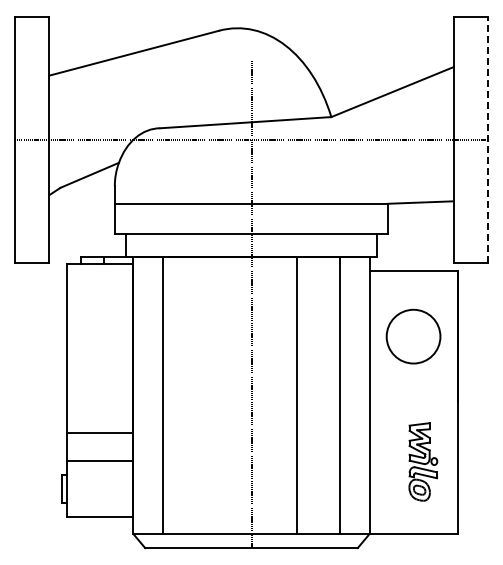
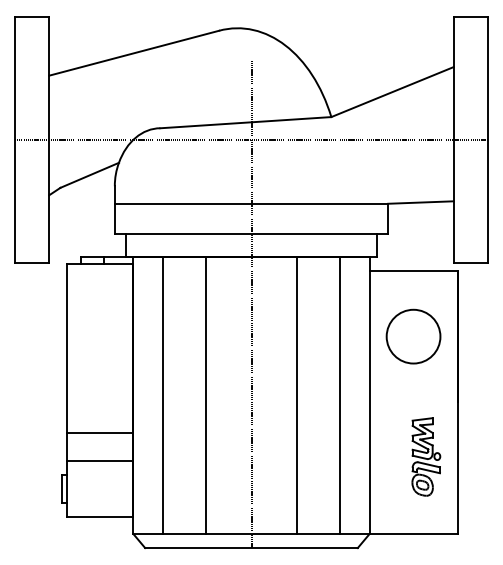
line at (487, 139): dashed -> solid
line at (206, 394): none -> present
part at (423, 461) position: (423, 461) -> (426, 456)
